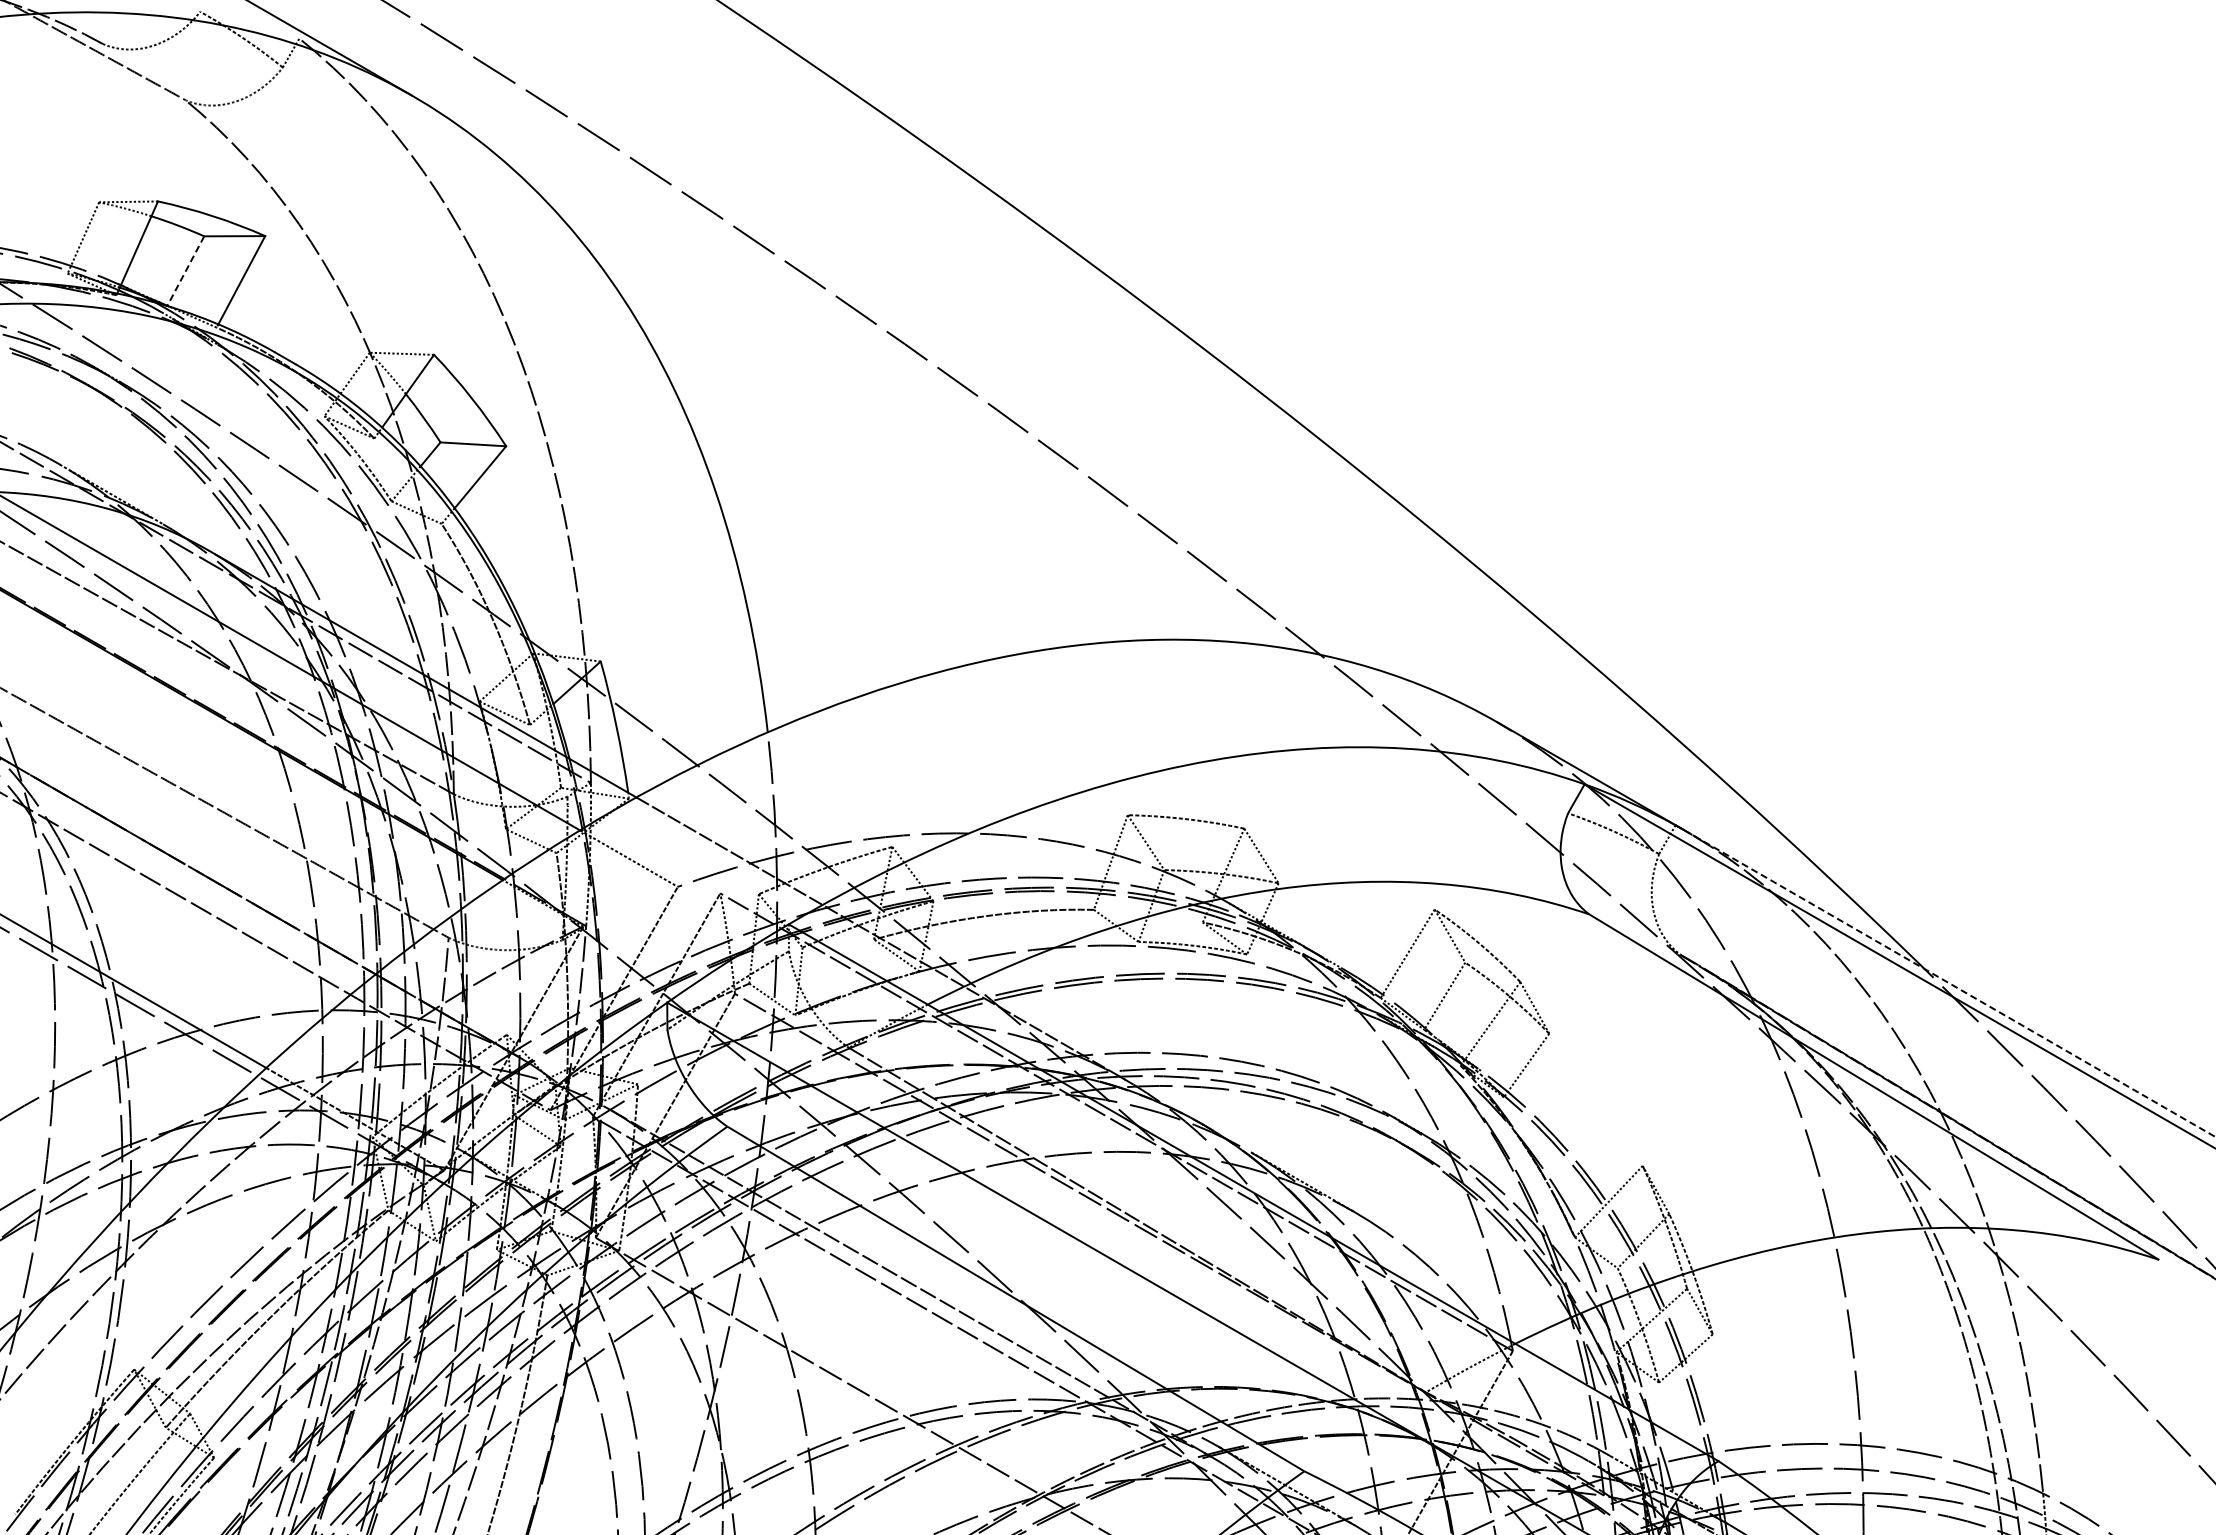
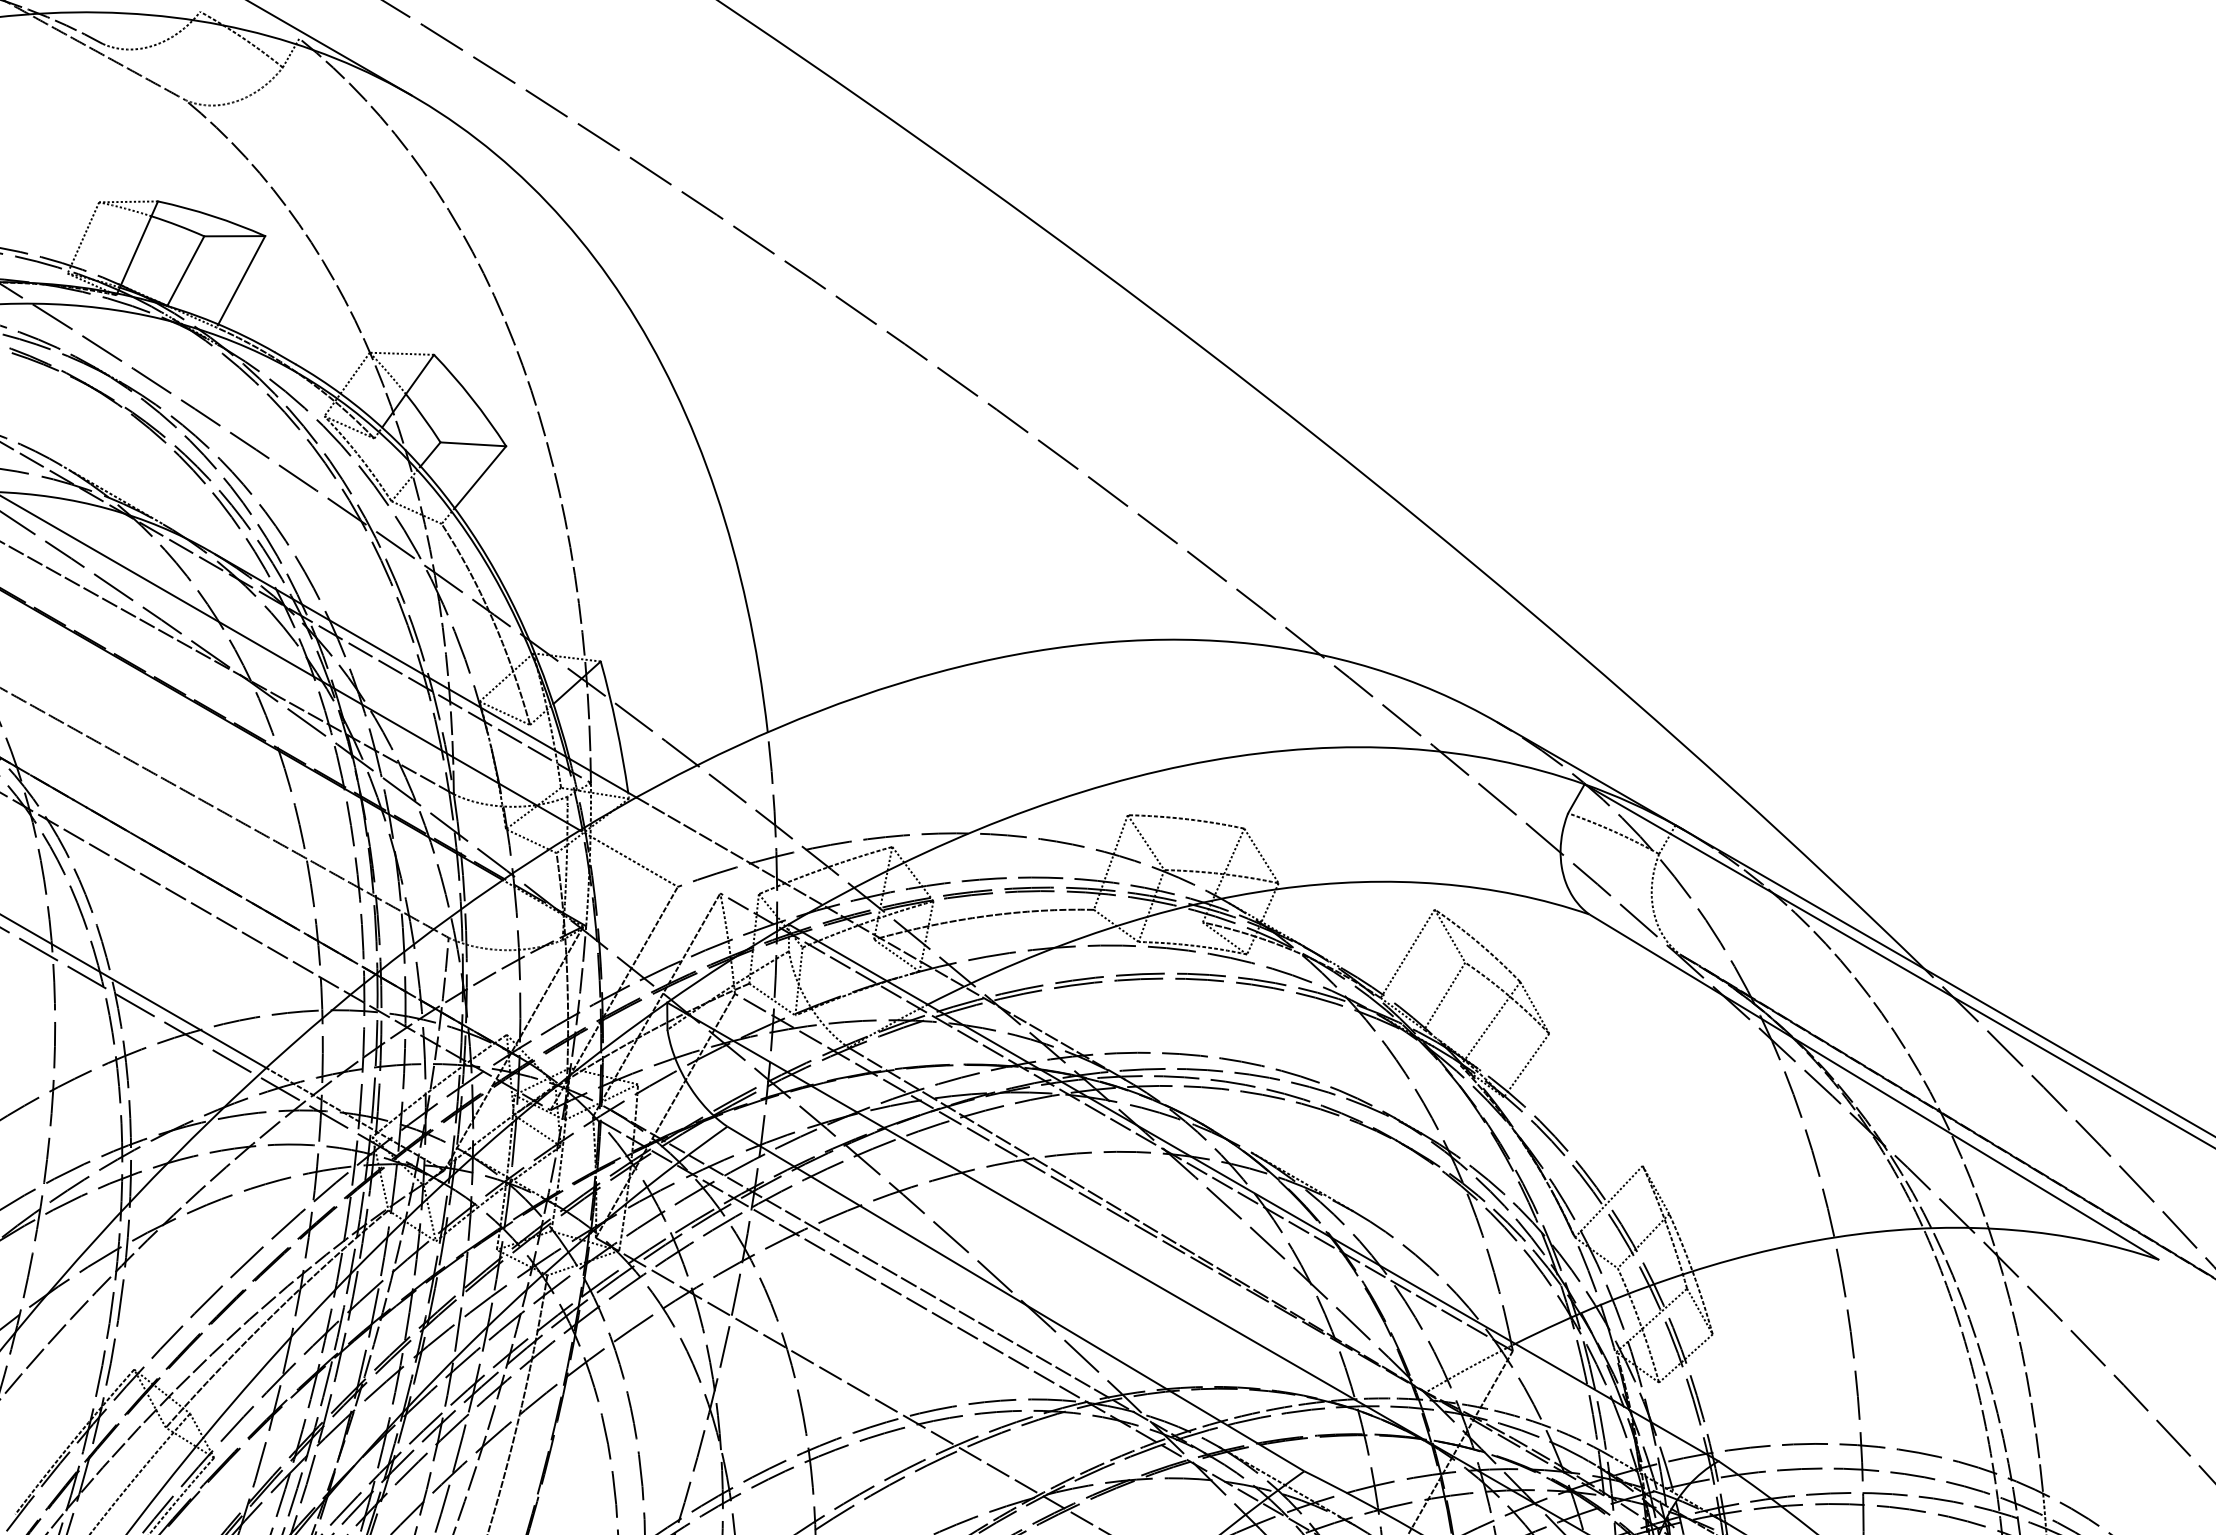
line at (185, 271): dashed -> solid
line at (1945, 981): dashed -> solid
